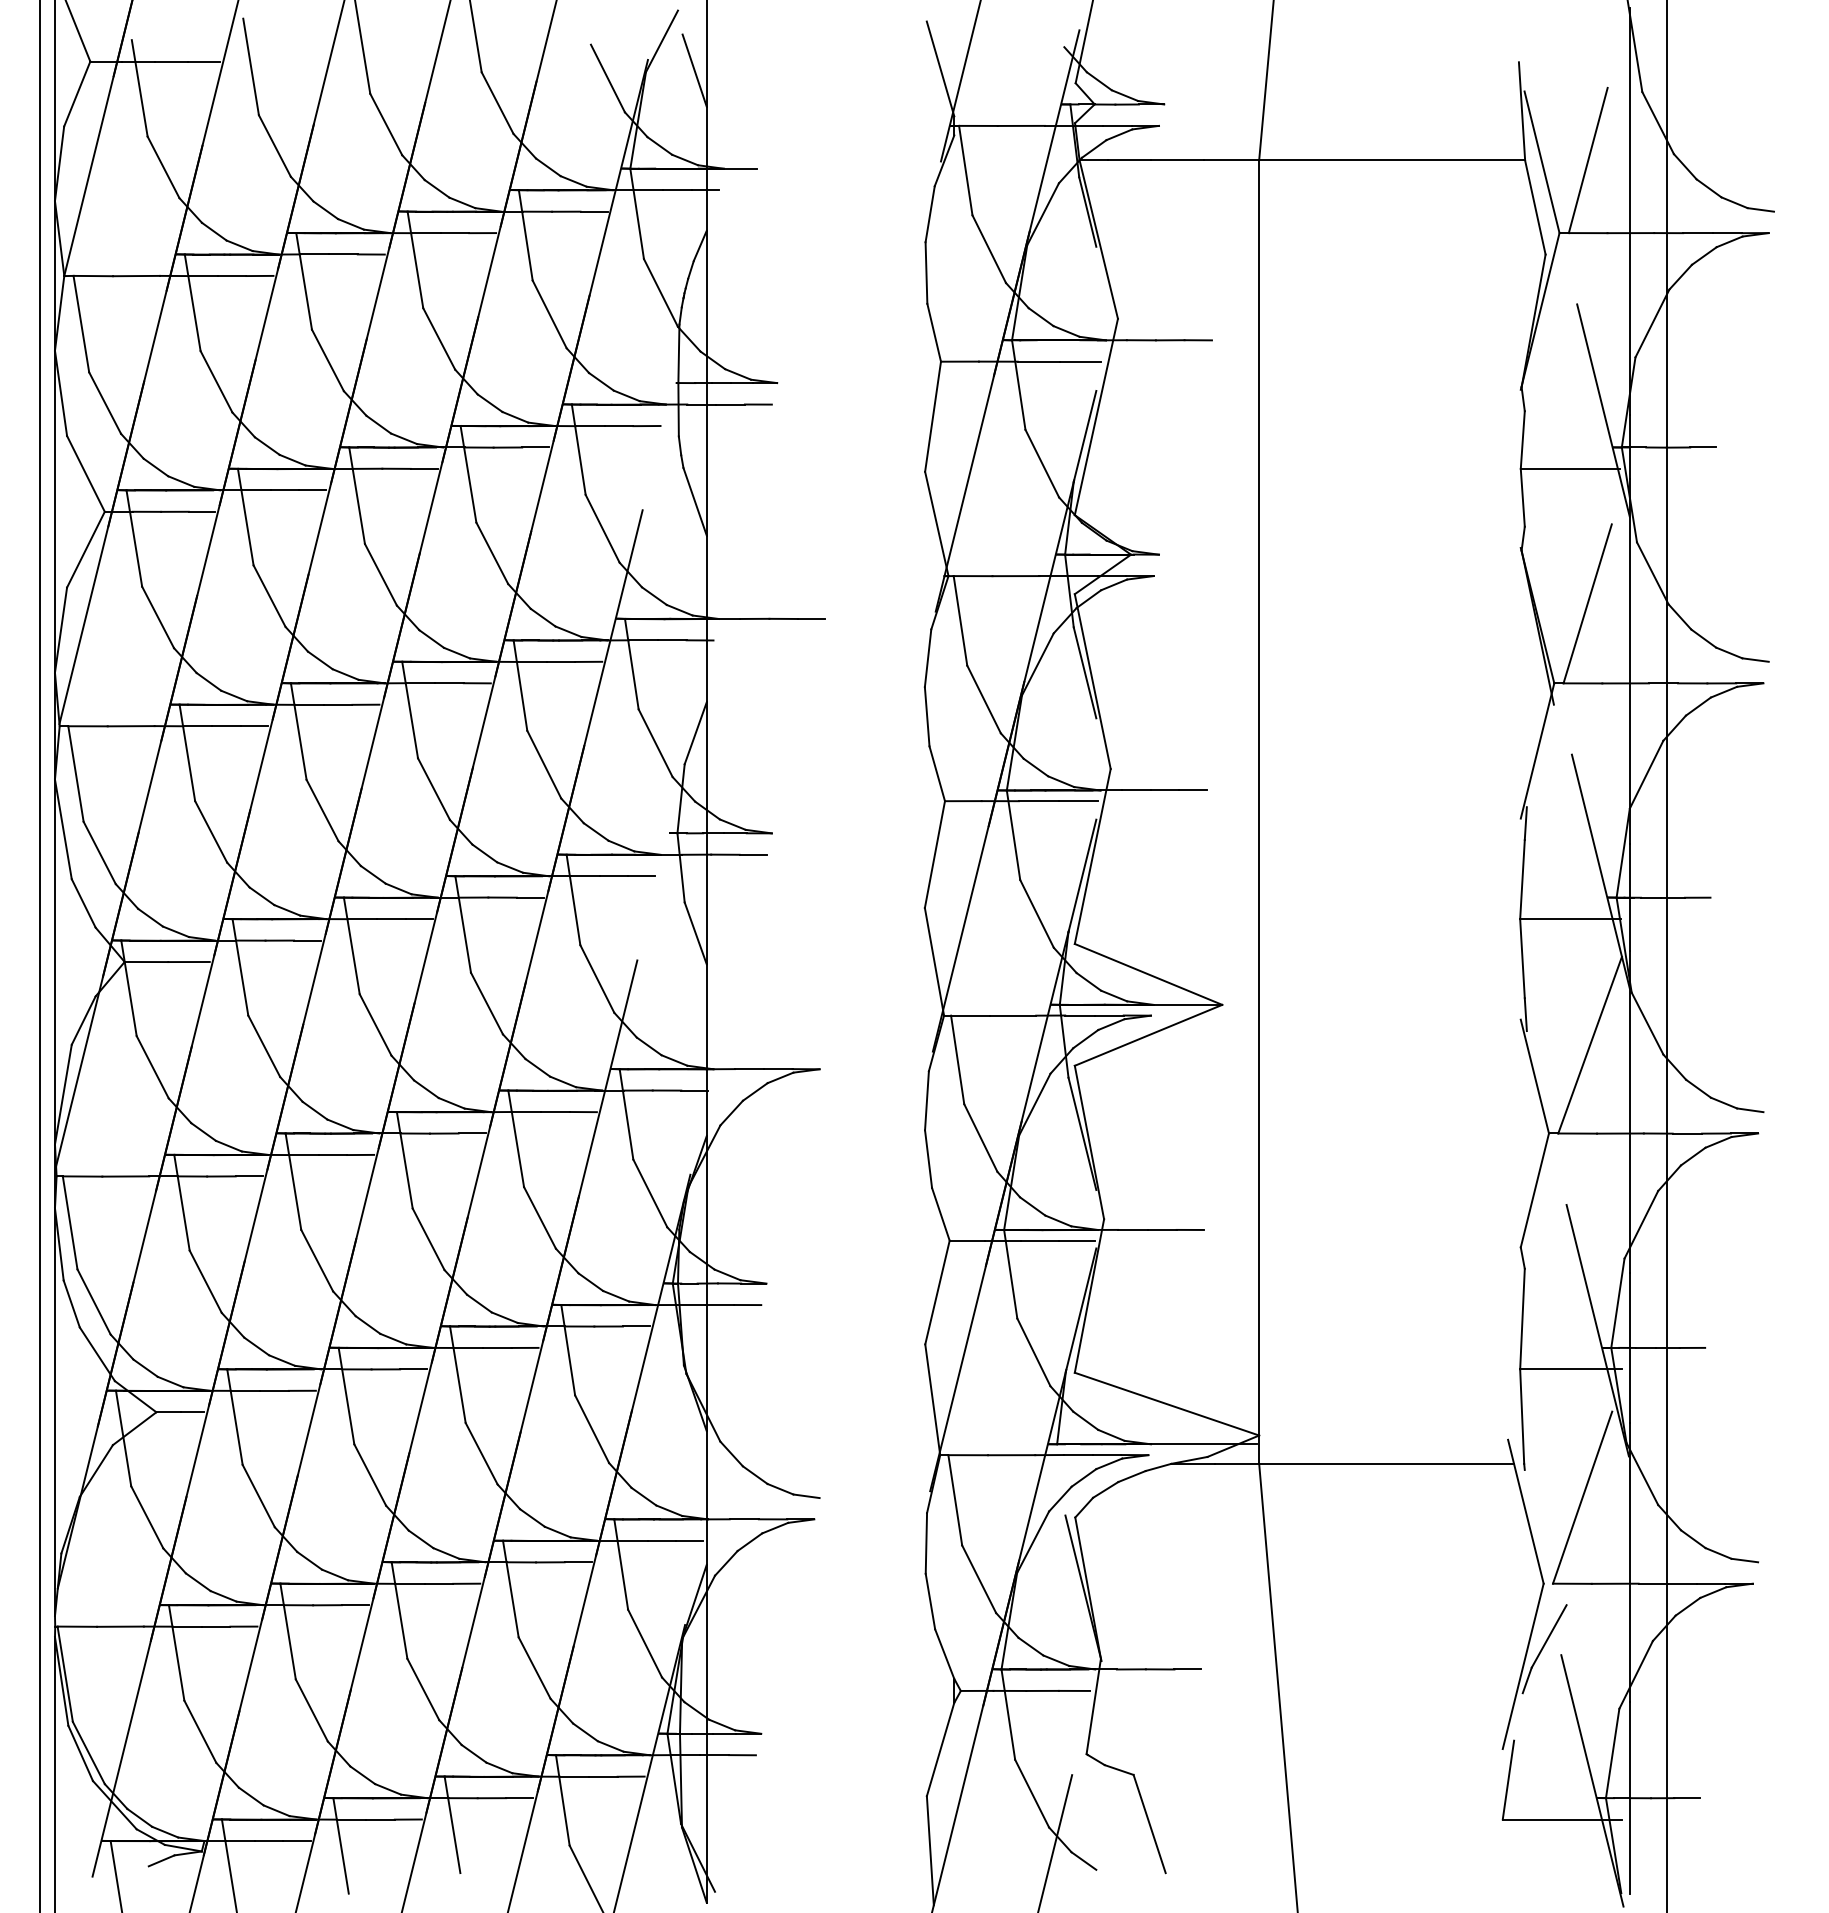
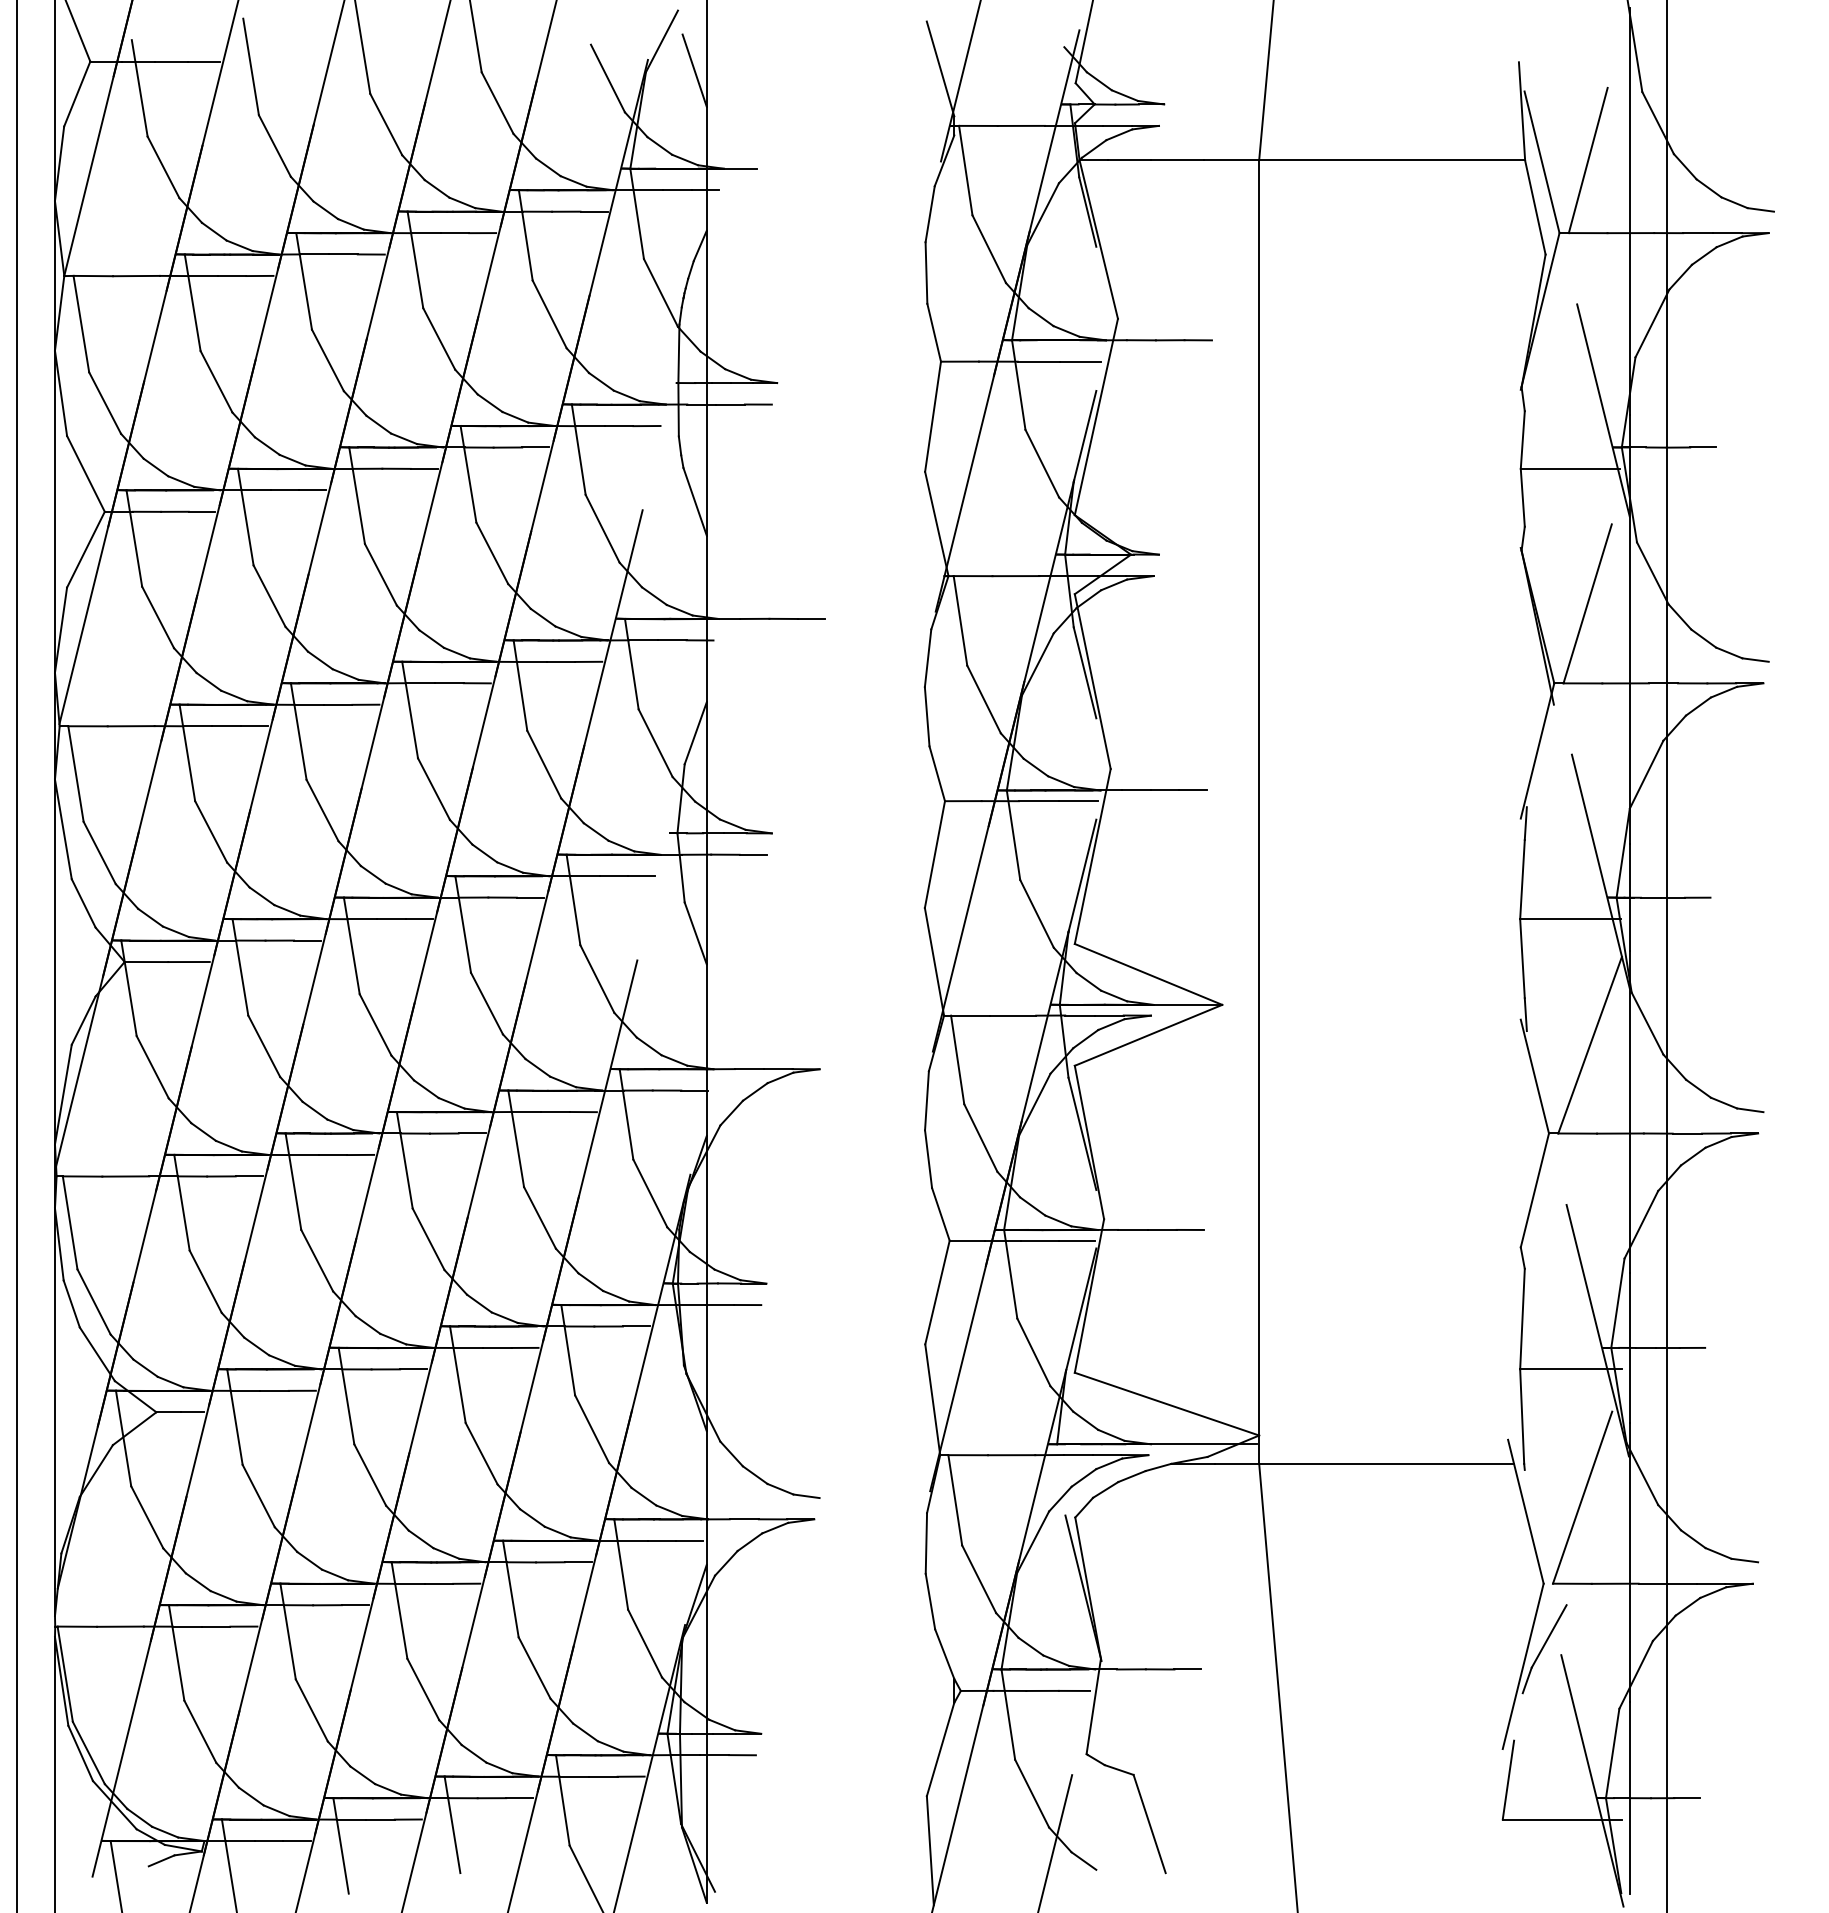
line at (40, 955) position: (40, 955) -> (17, 955)
